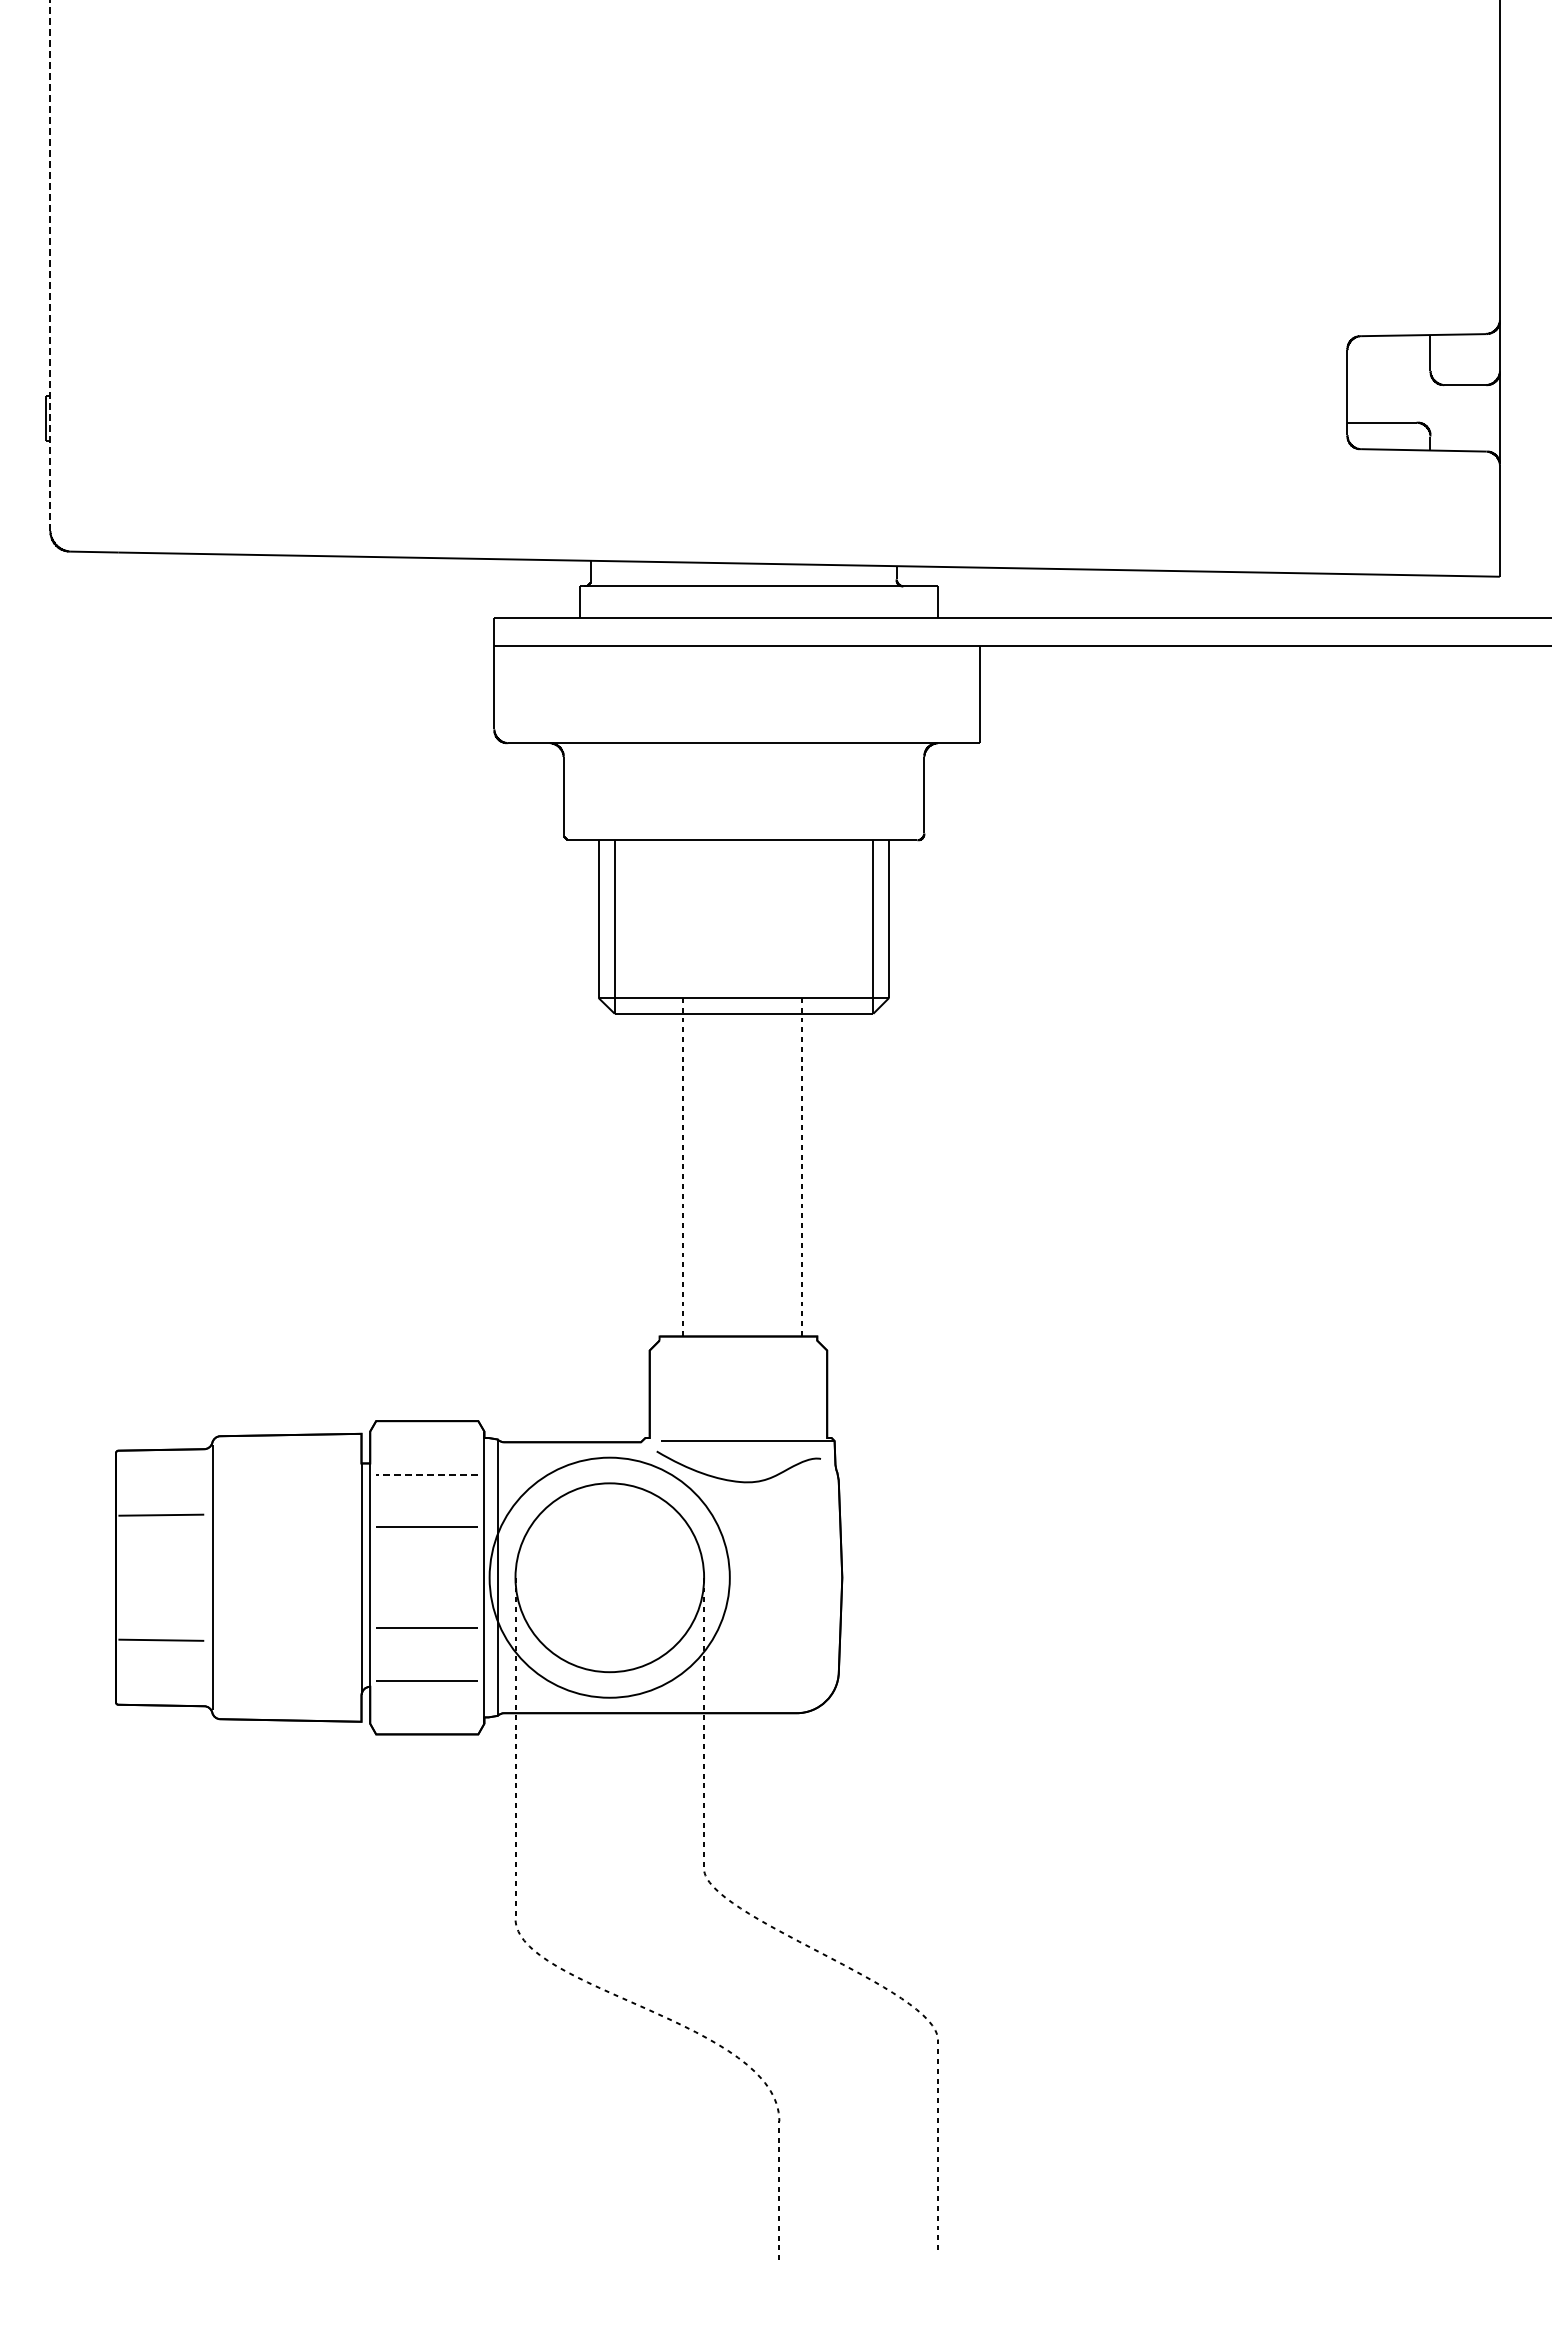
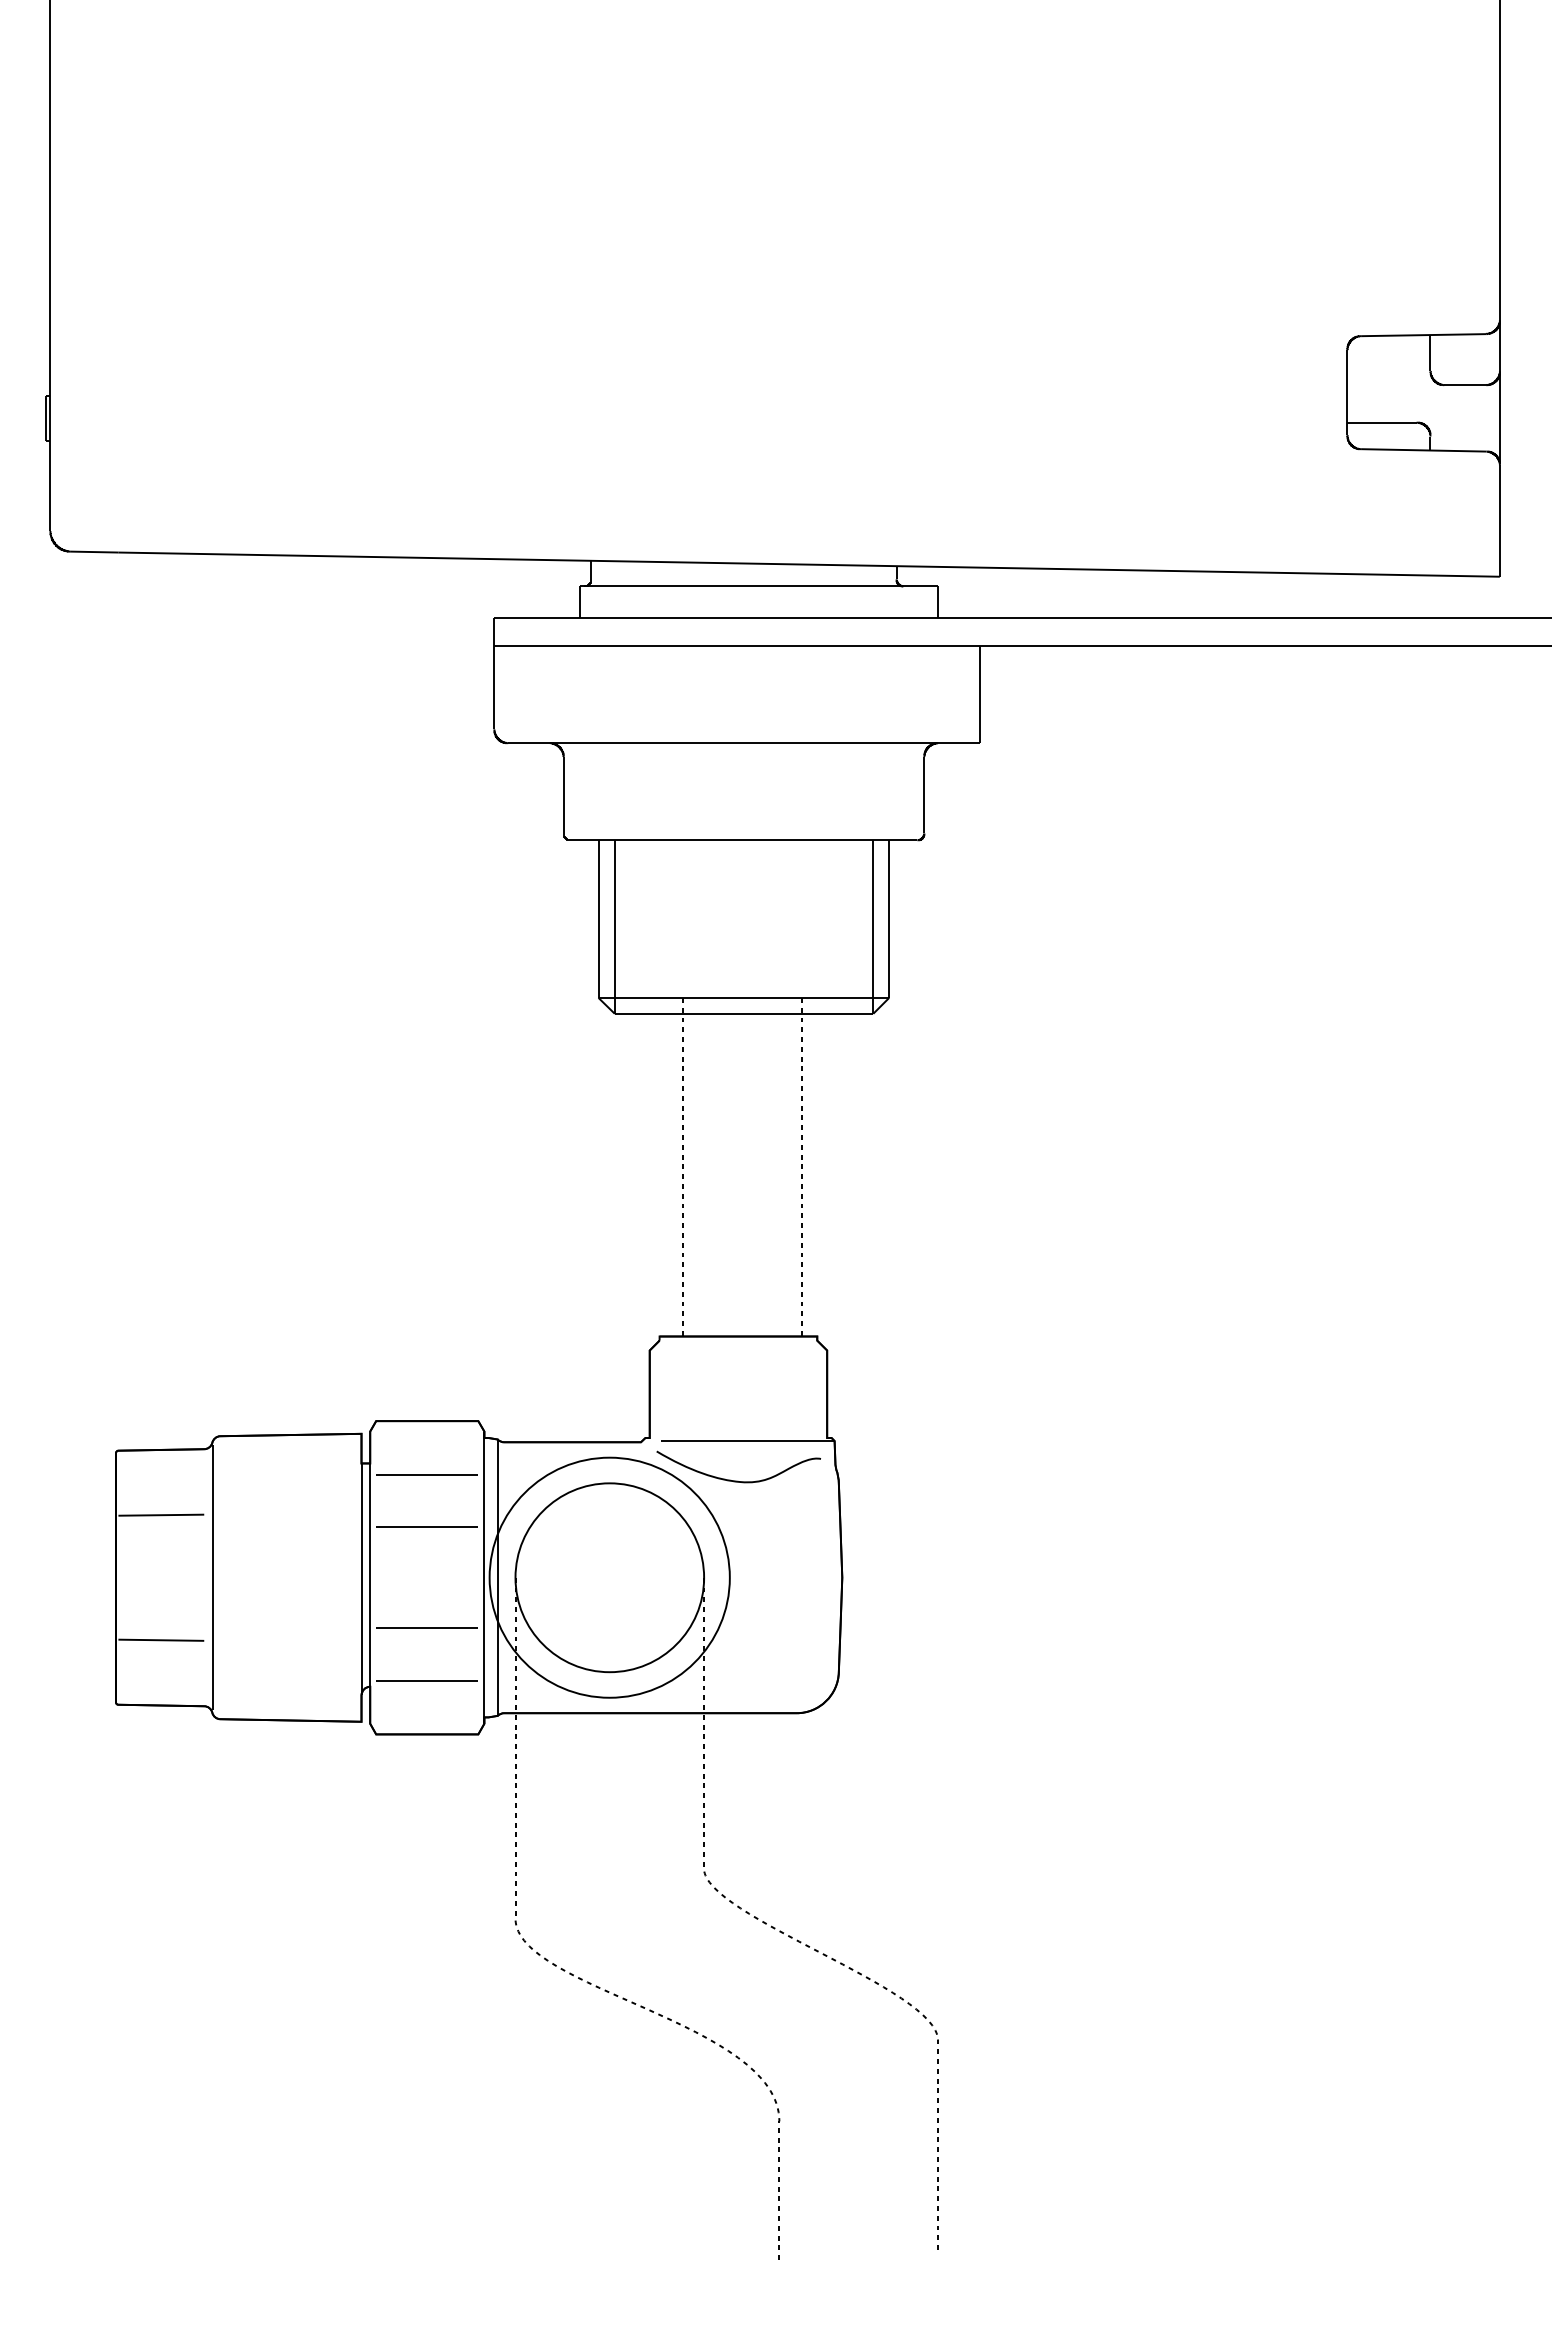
line at (50, 265): dashed -> solid
line at (426, 1474): dashed -> solid
